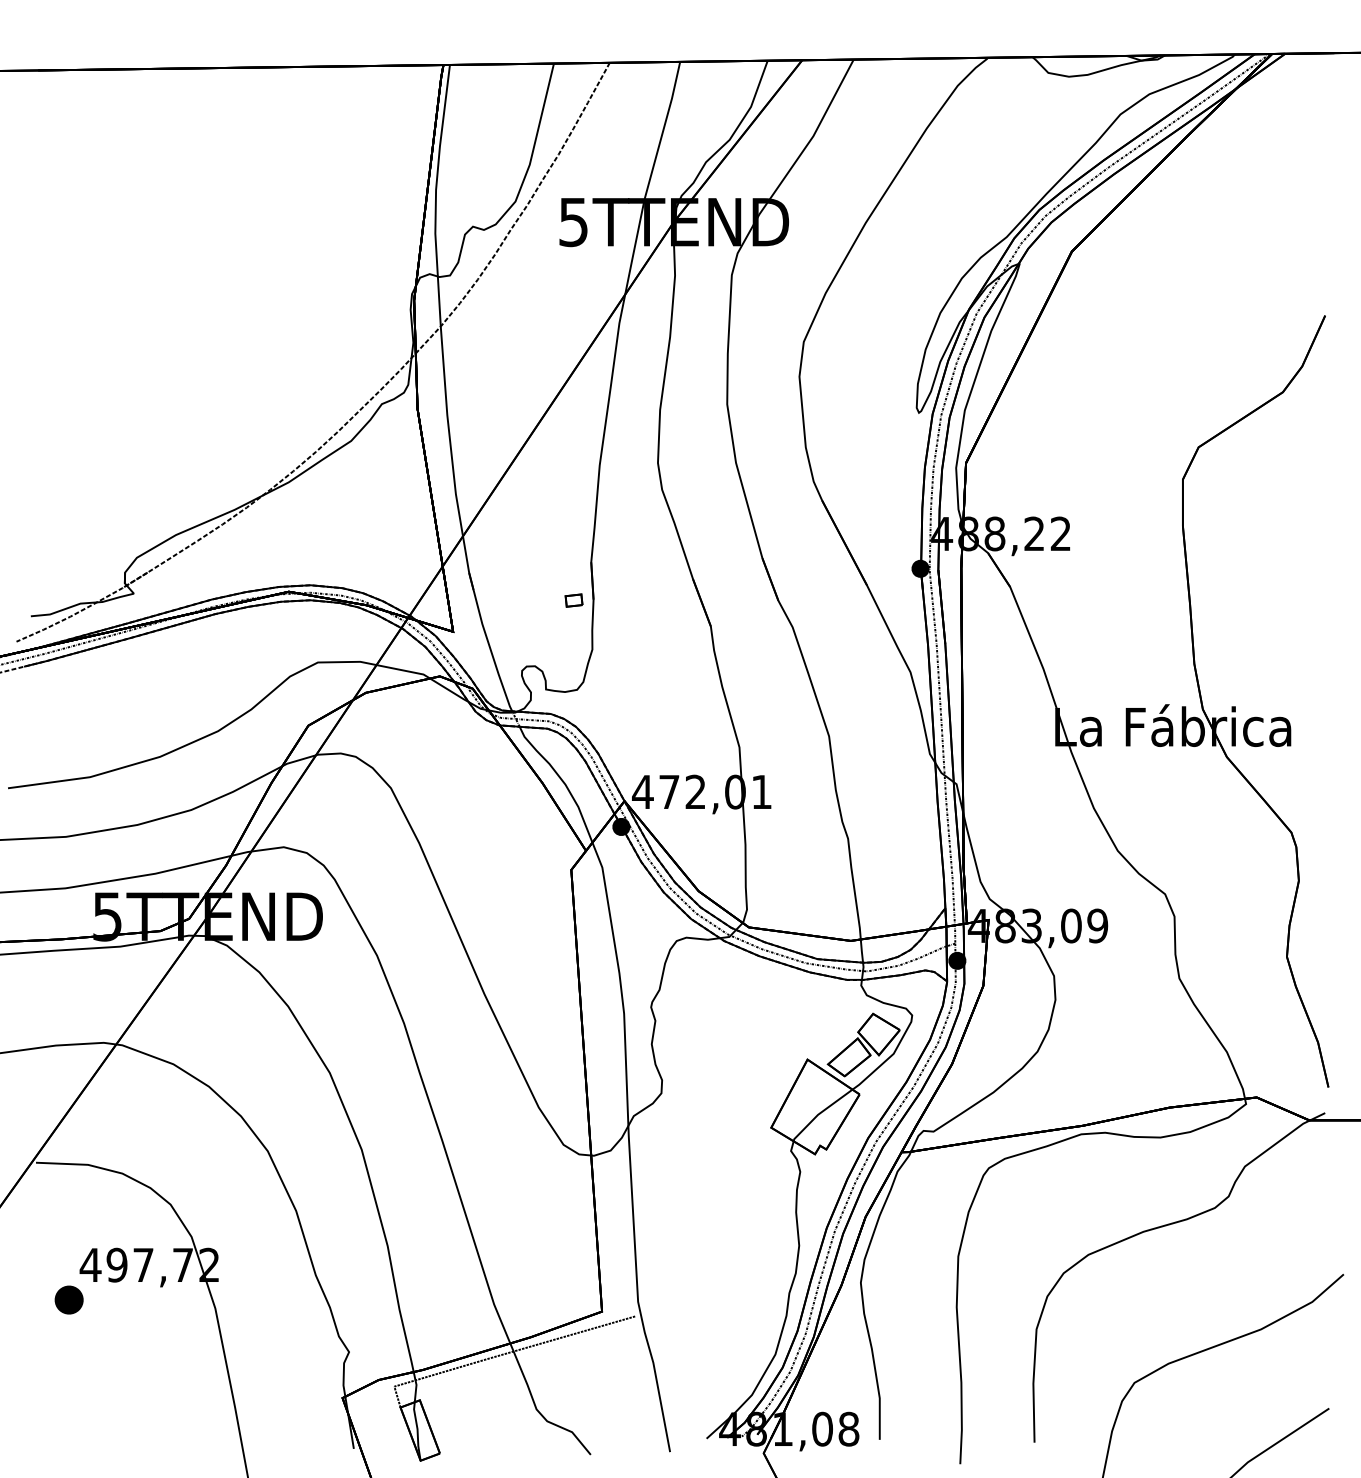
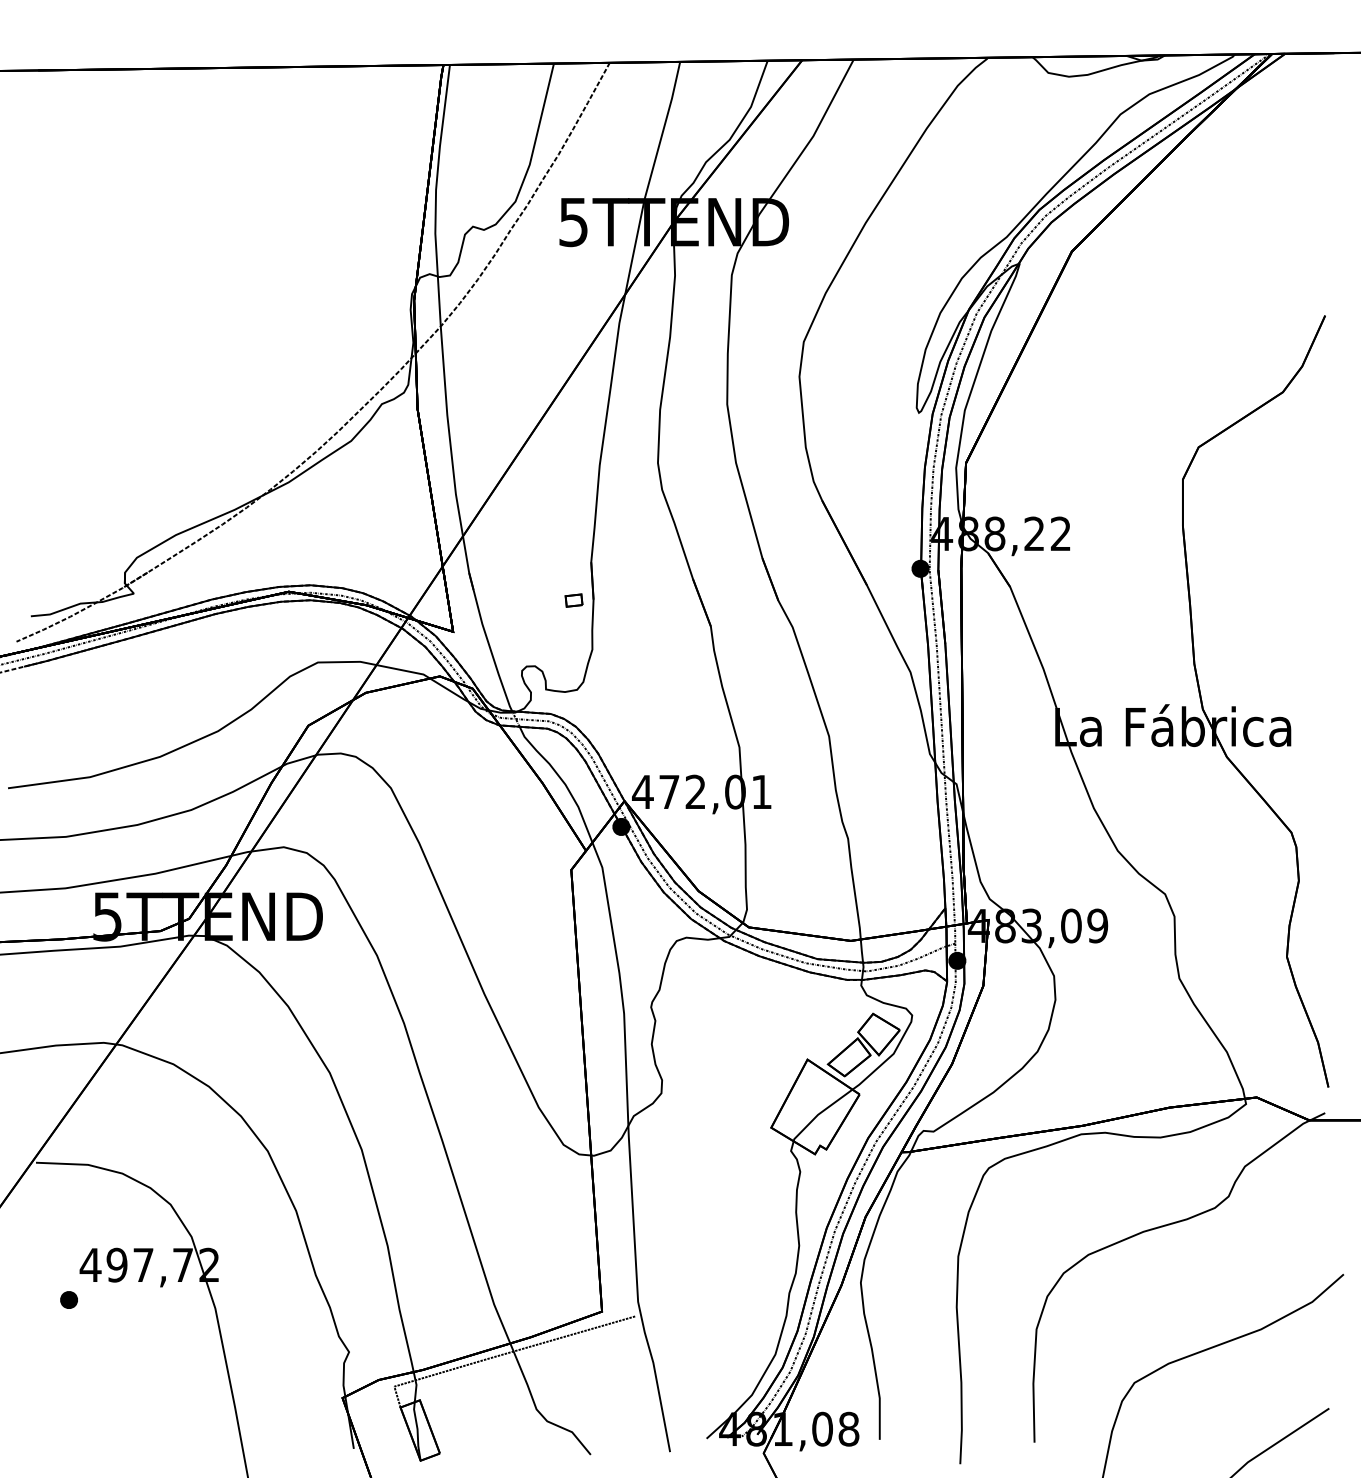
part at (68, 1299) size: 30x30 px -> 18x18 px
